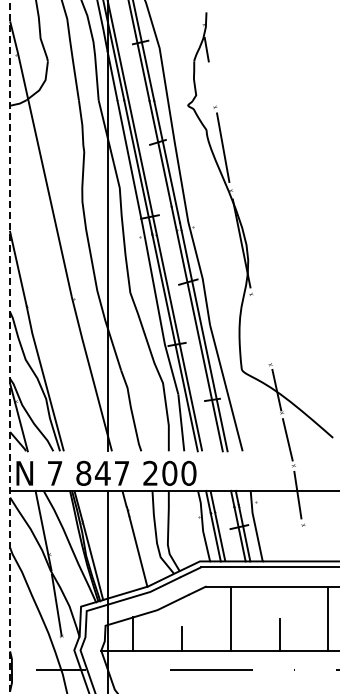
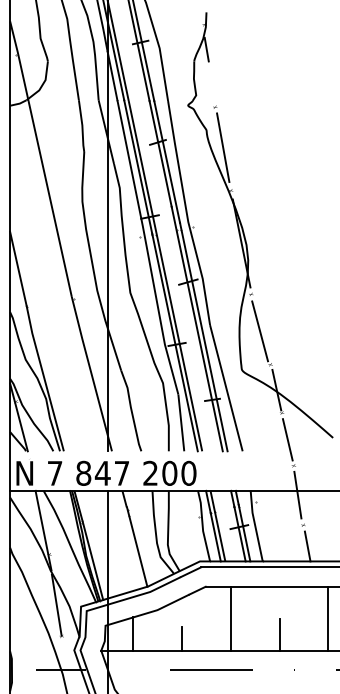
line at (260, 331): none -> present
line at (10, 346): dashed -> solid
line at (307, 546): none -> present
